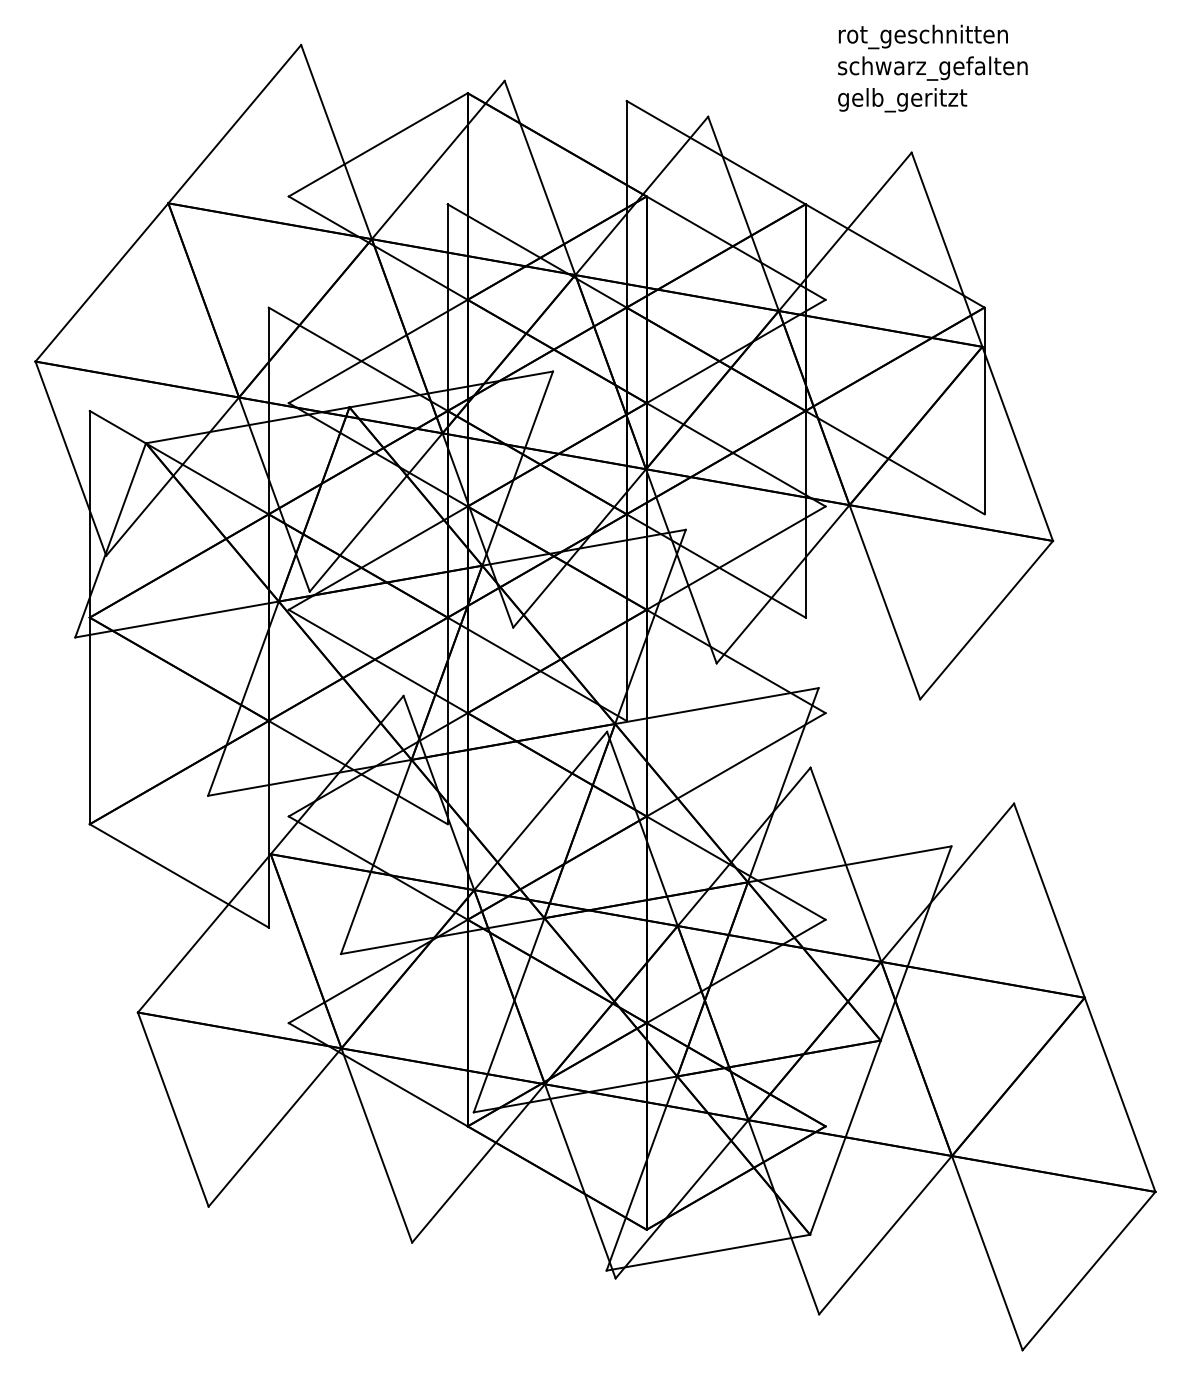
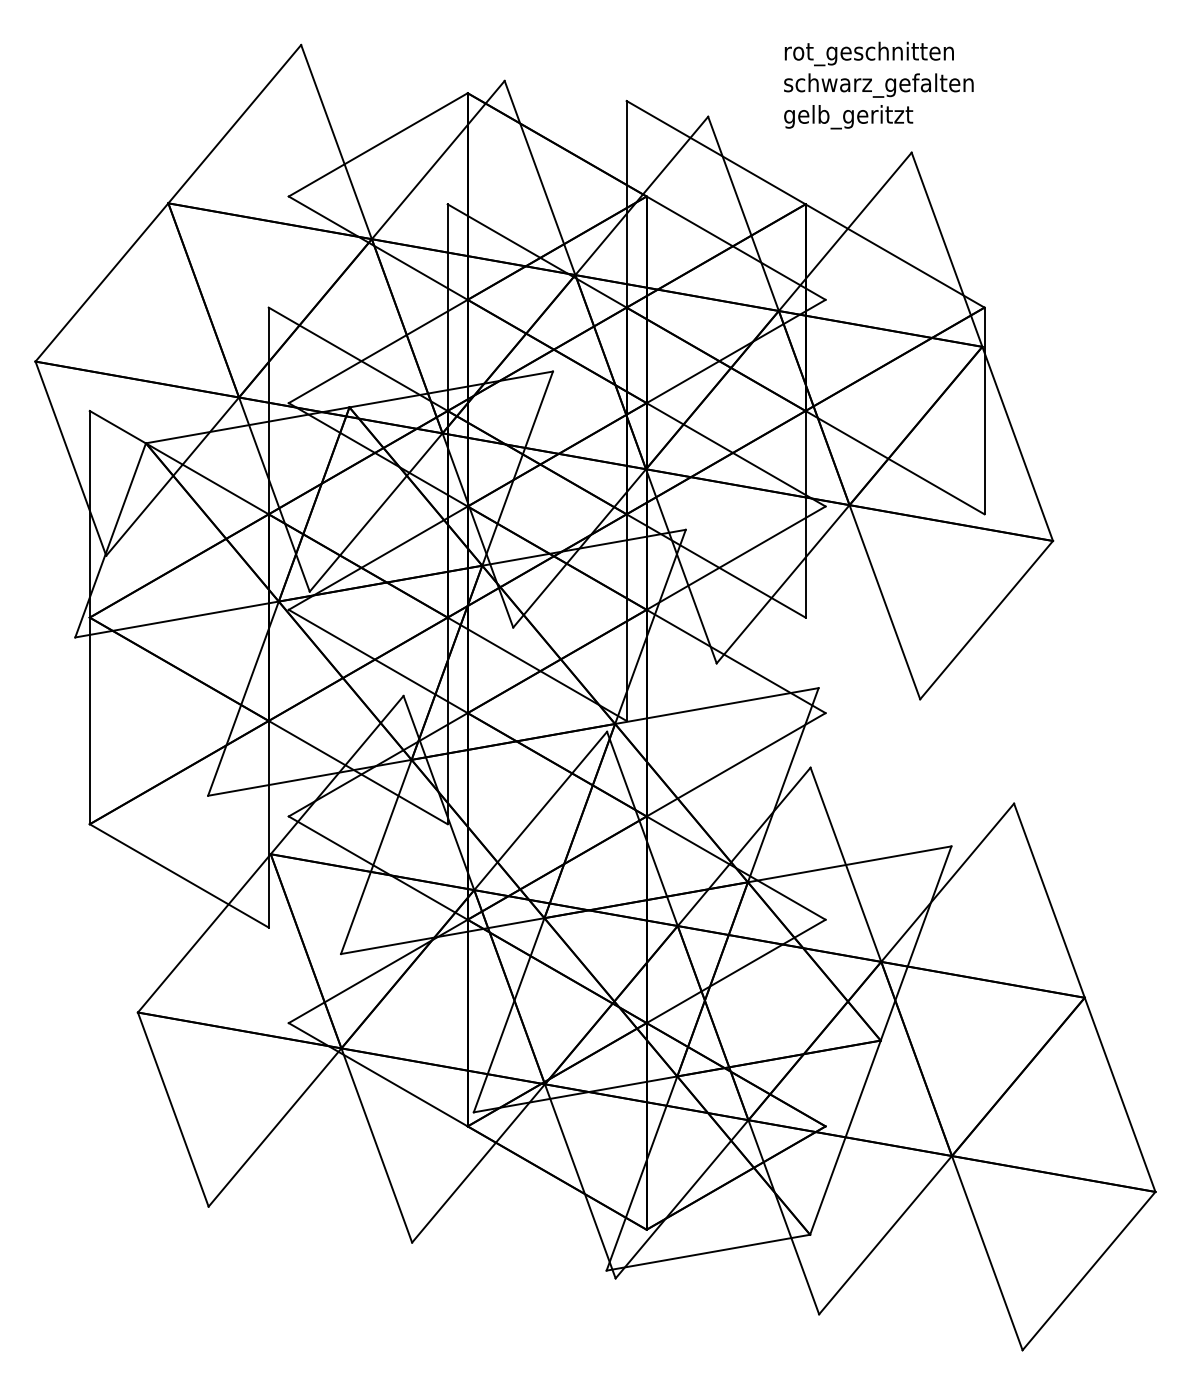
text at (932, 68) position: (932, 68) -> (878, 85)
